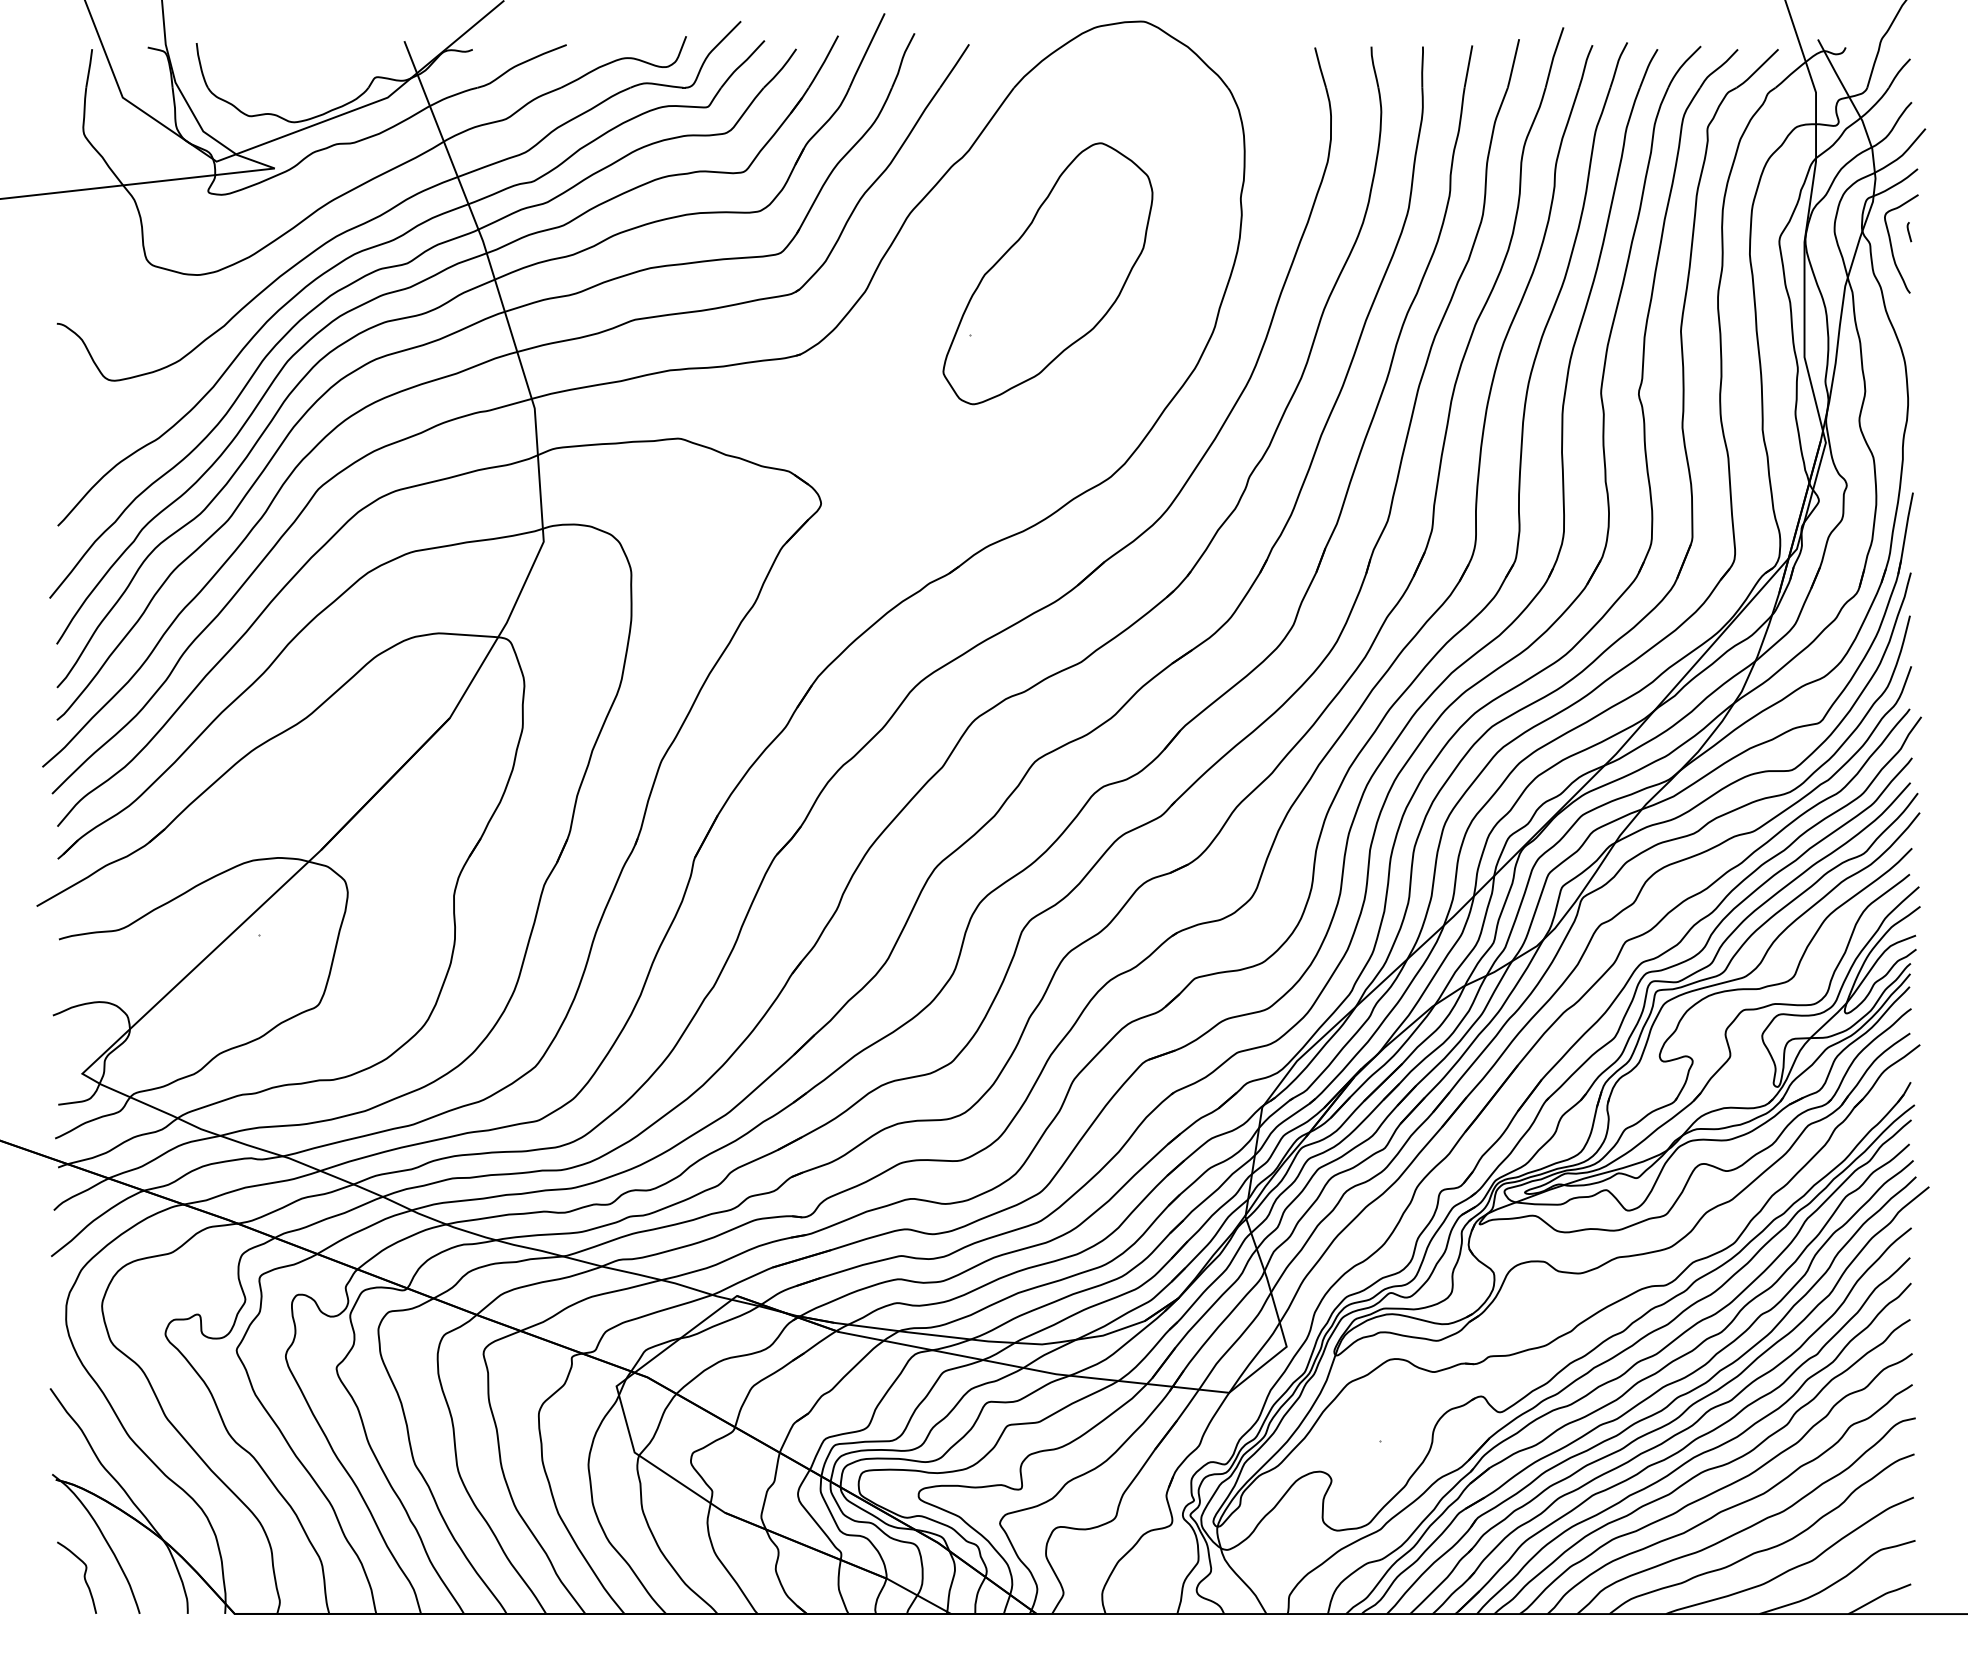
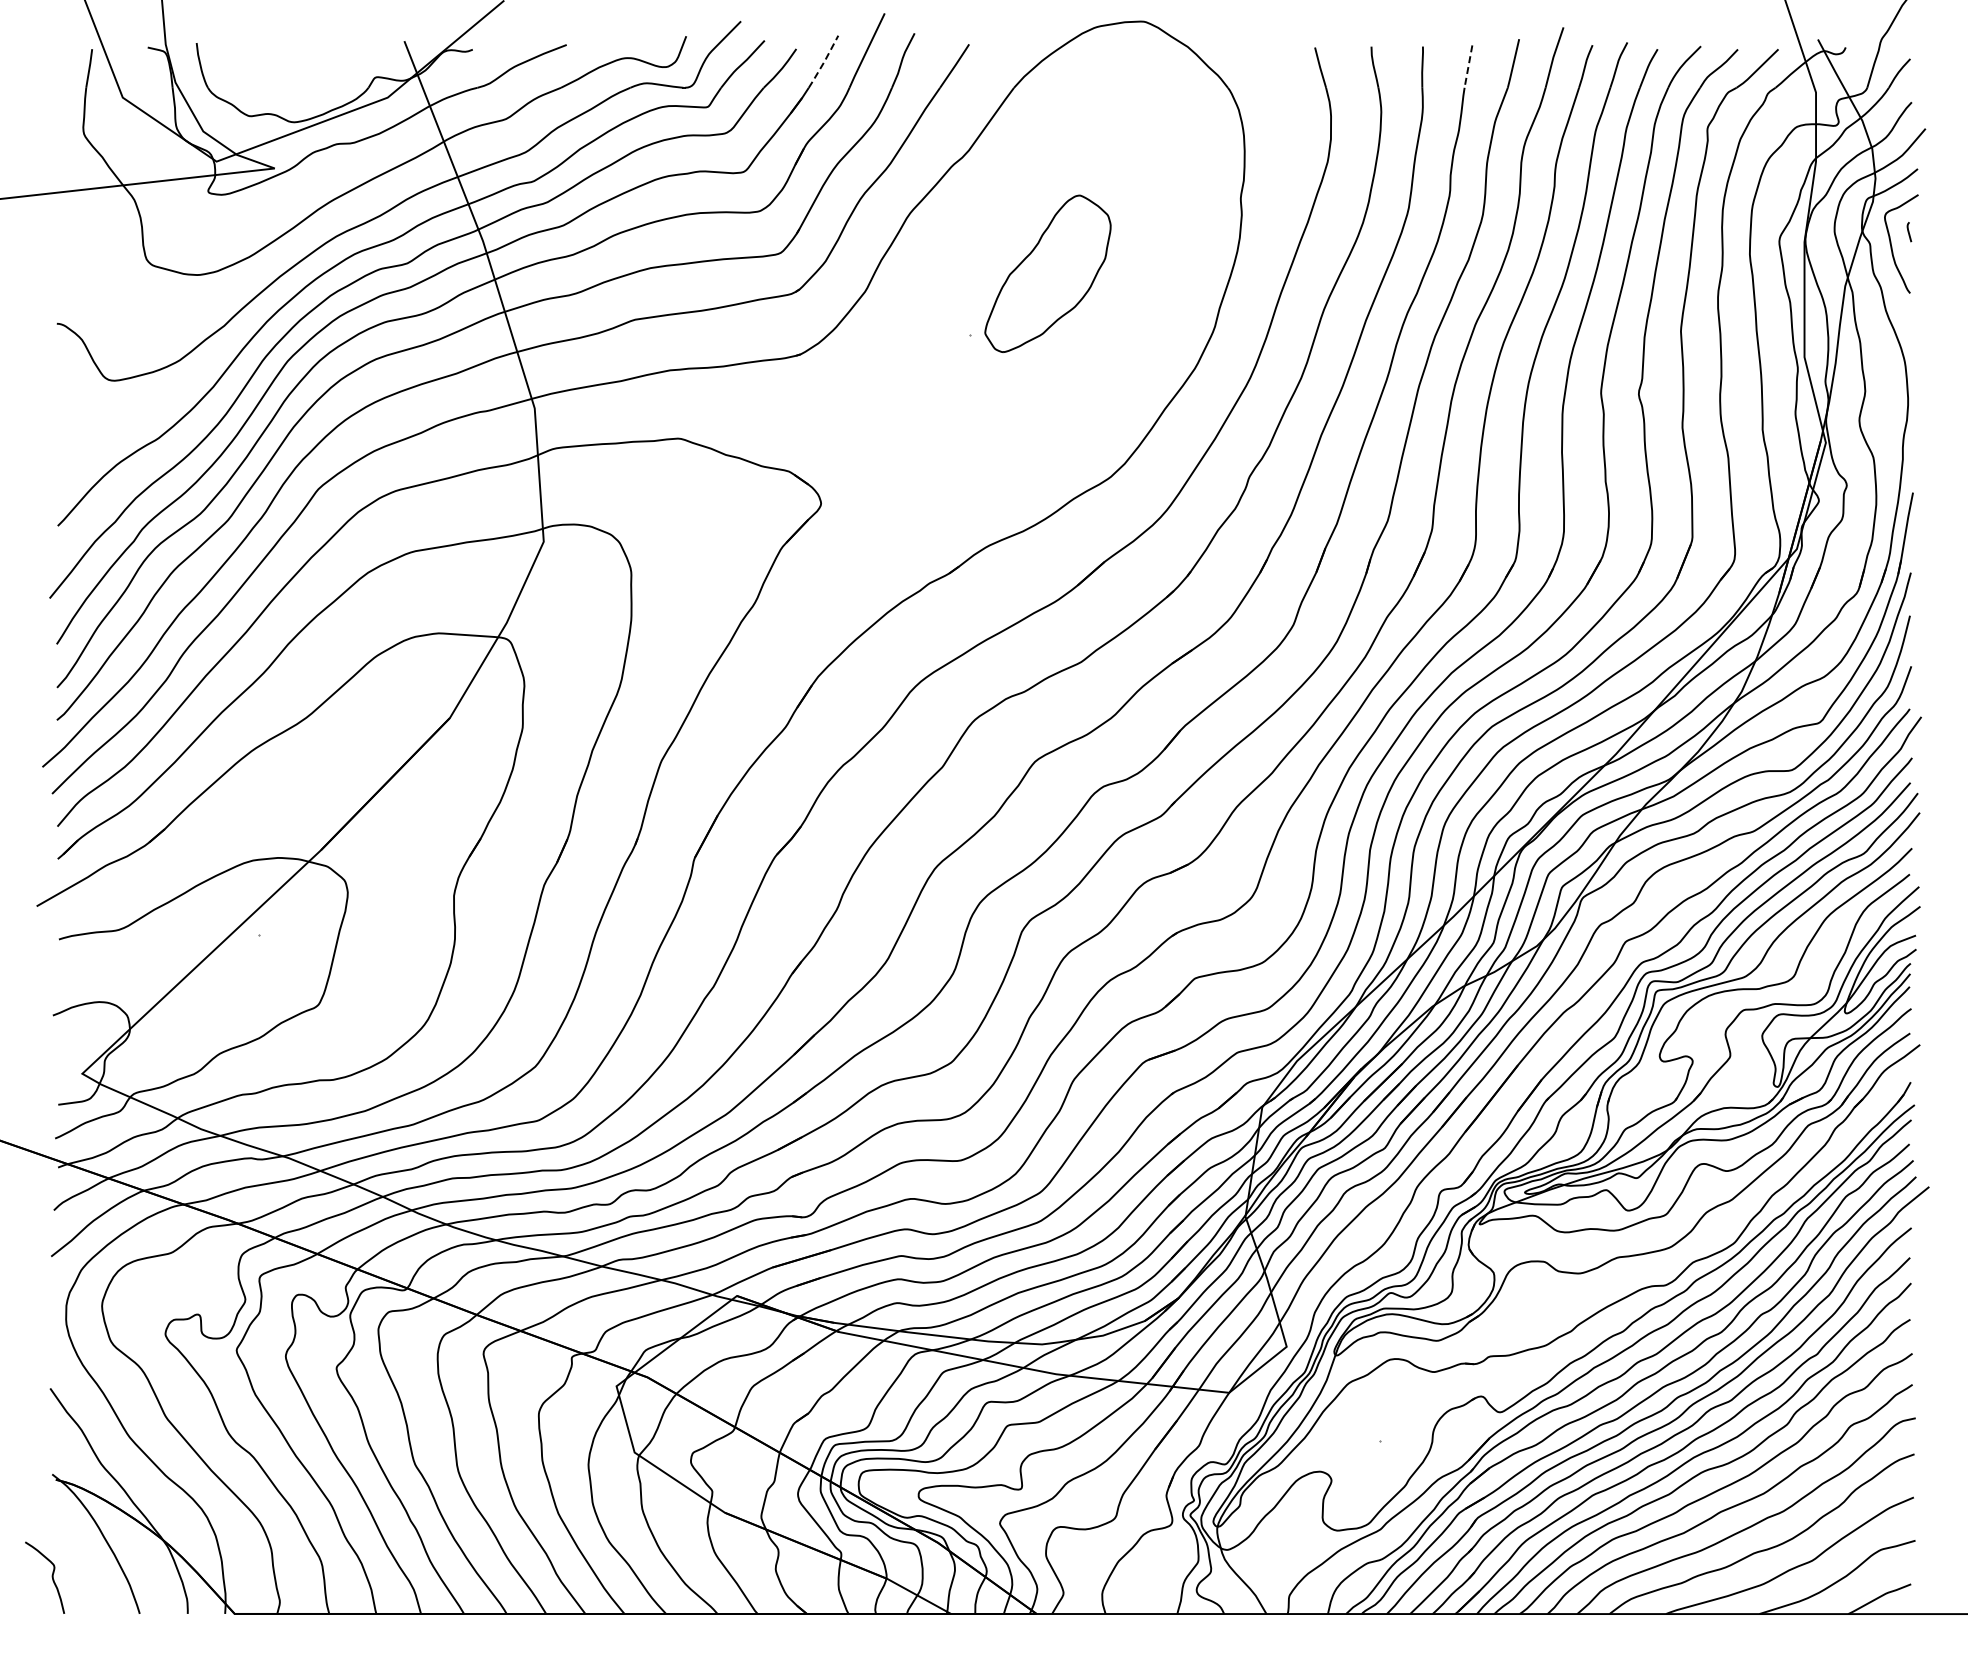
line at (824, 61): solid -> dashed
line at (1468, 66): solid -> dashed
part at (1047, 273) size: 212x264 px -> 128x159 px
curve at (83, 1577) position: (83, 1577) -> (51, 1577)
